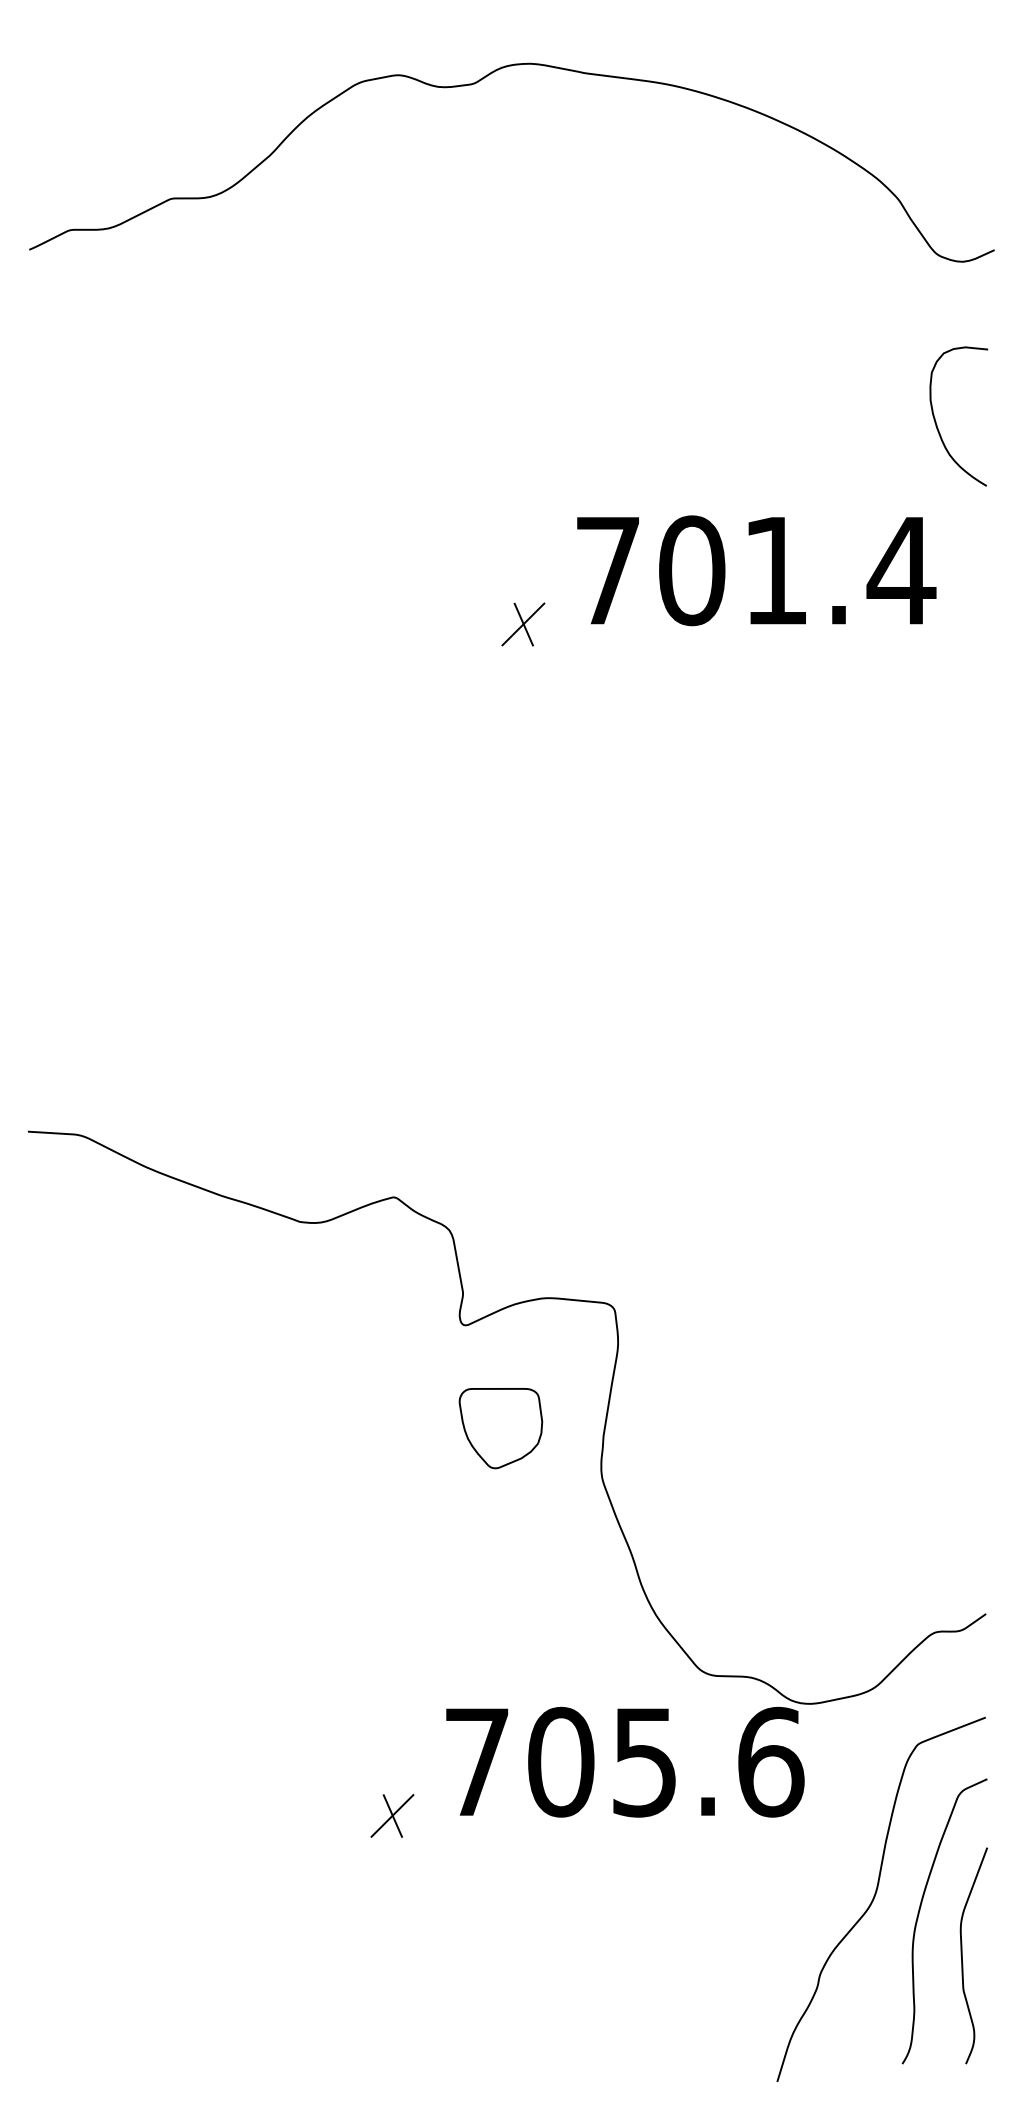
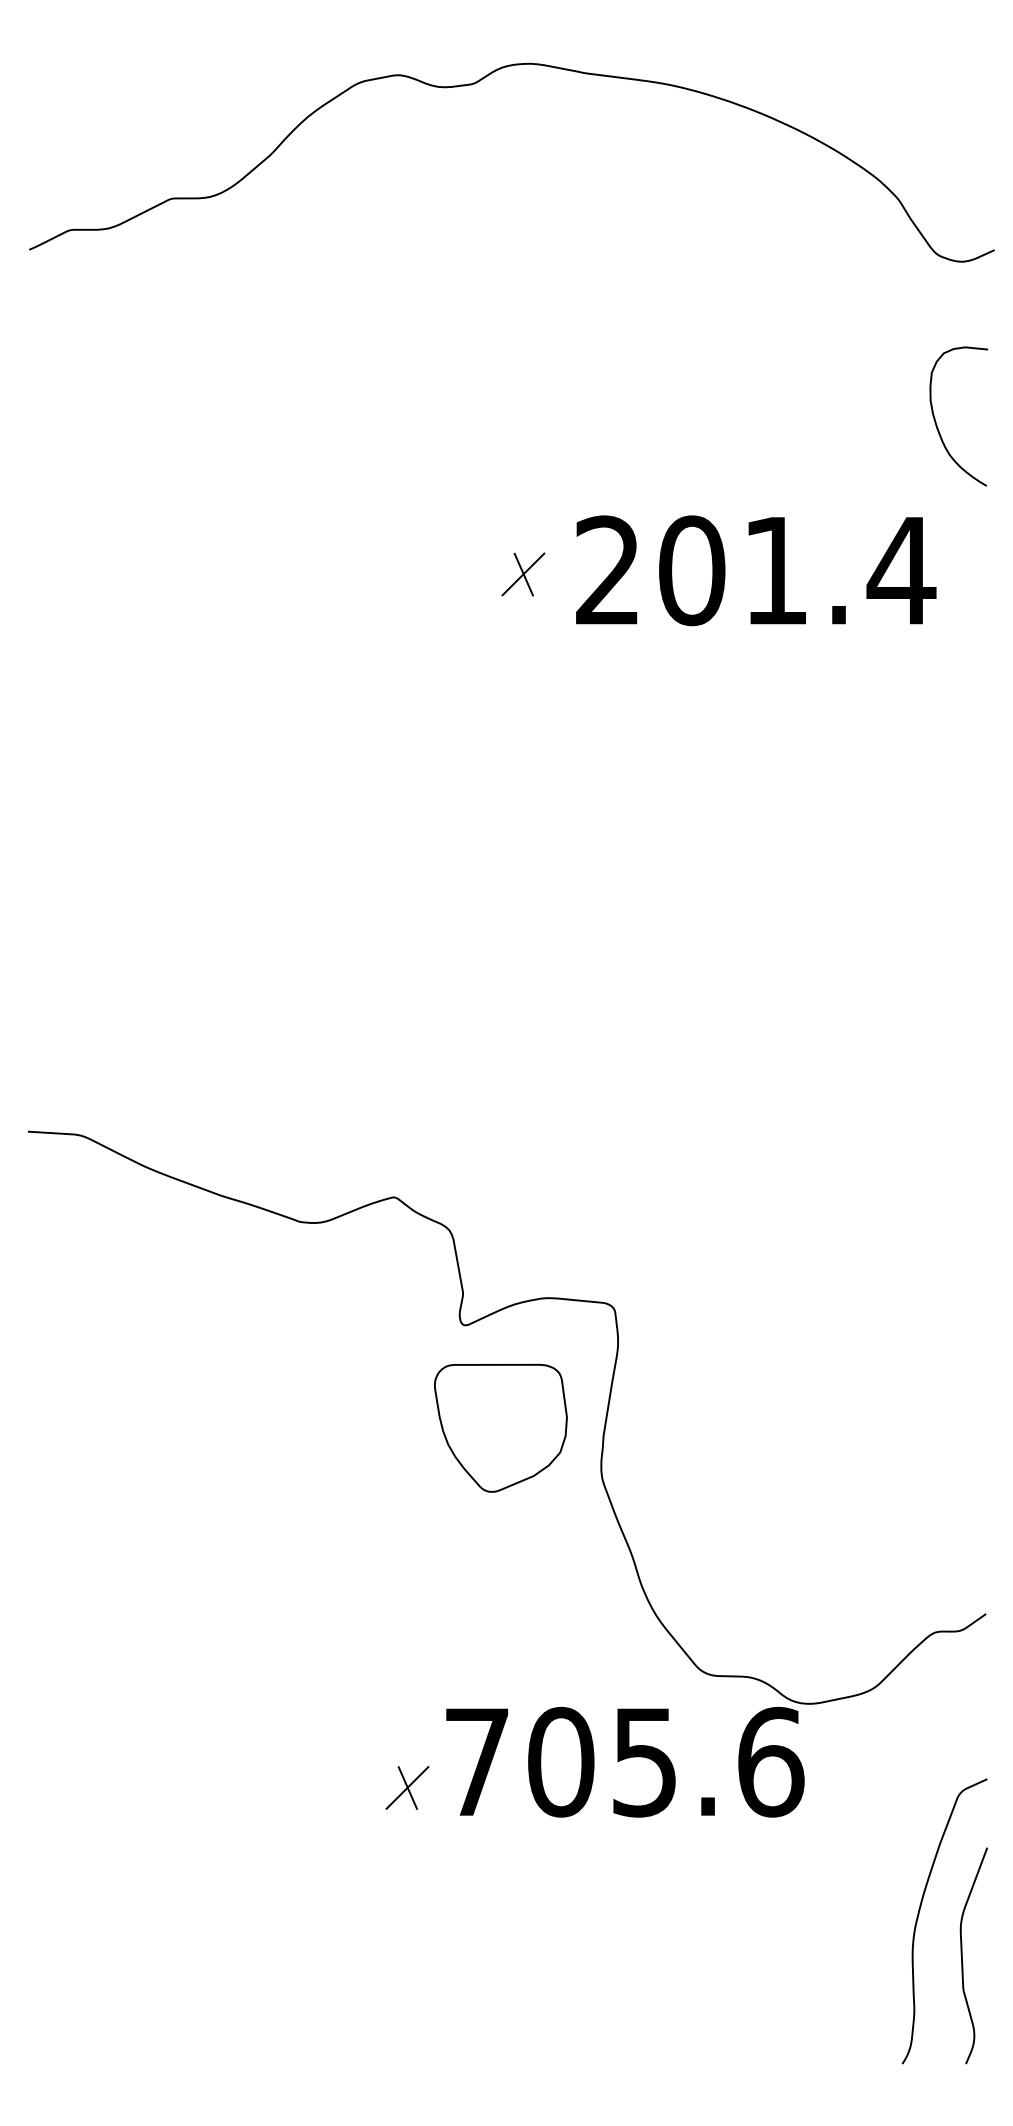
text at (607, 569): 701.4 -> 201.4
part at (523, 624) position: (523, 624) -> (523, 574)
part at (500, 1428) size: 86x82 px -> 134x130 px
part at (392, 1815) position: (392, 1815) -> (407, 1787)
curve at (875, 1897): present -> none
